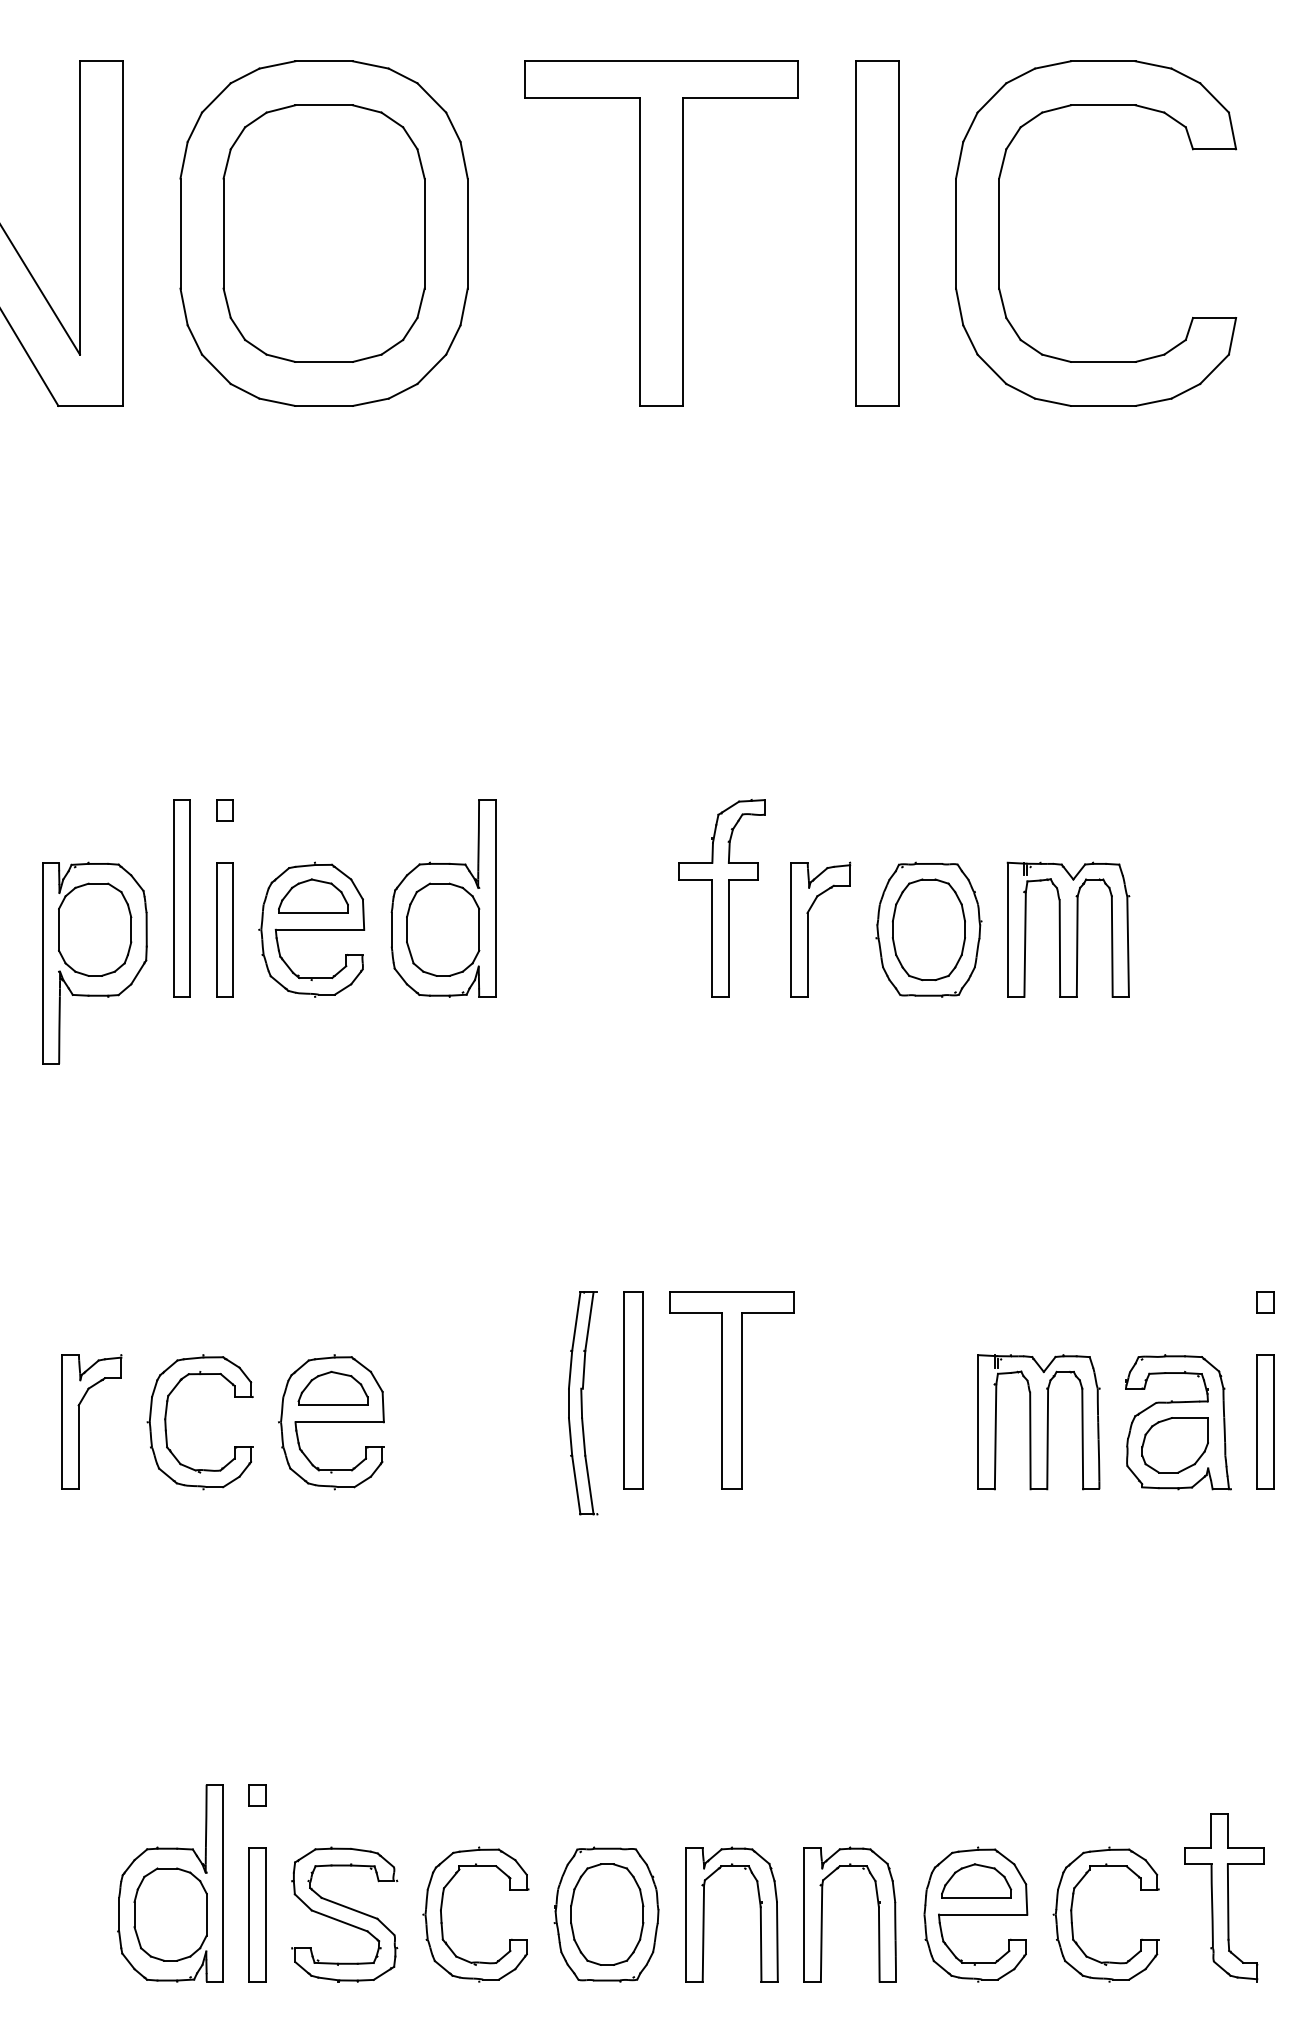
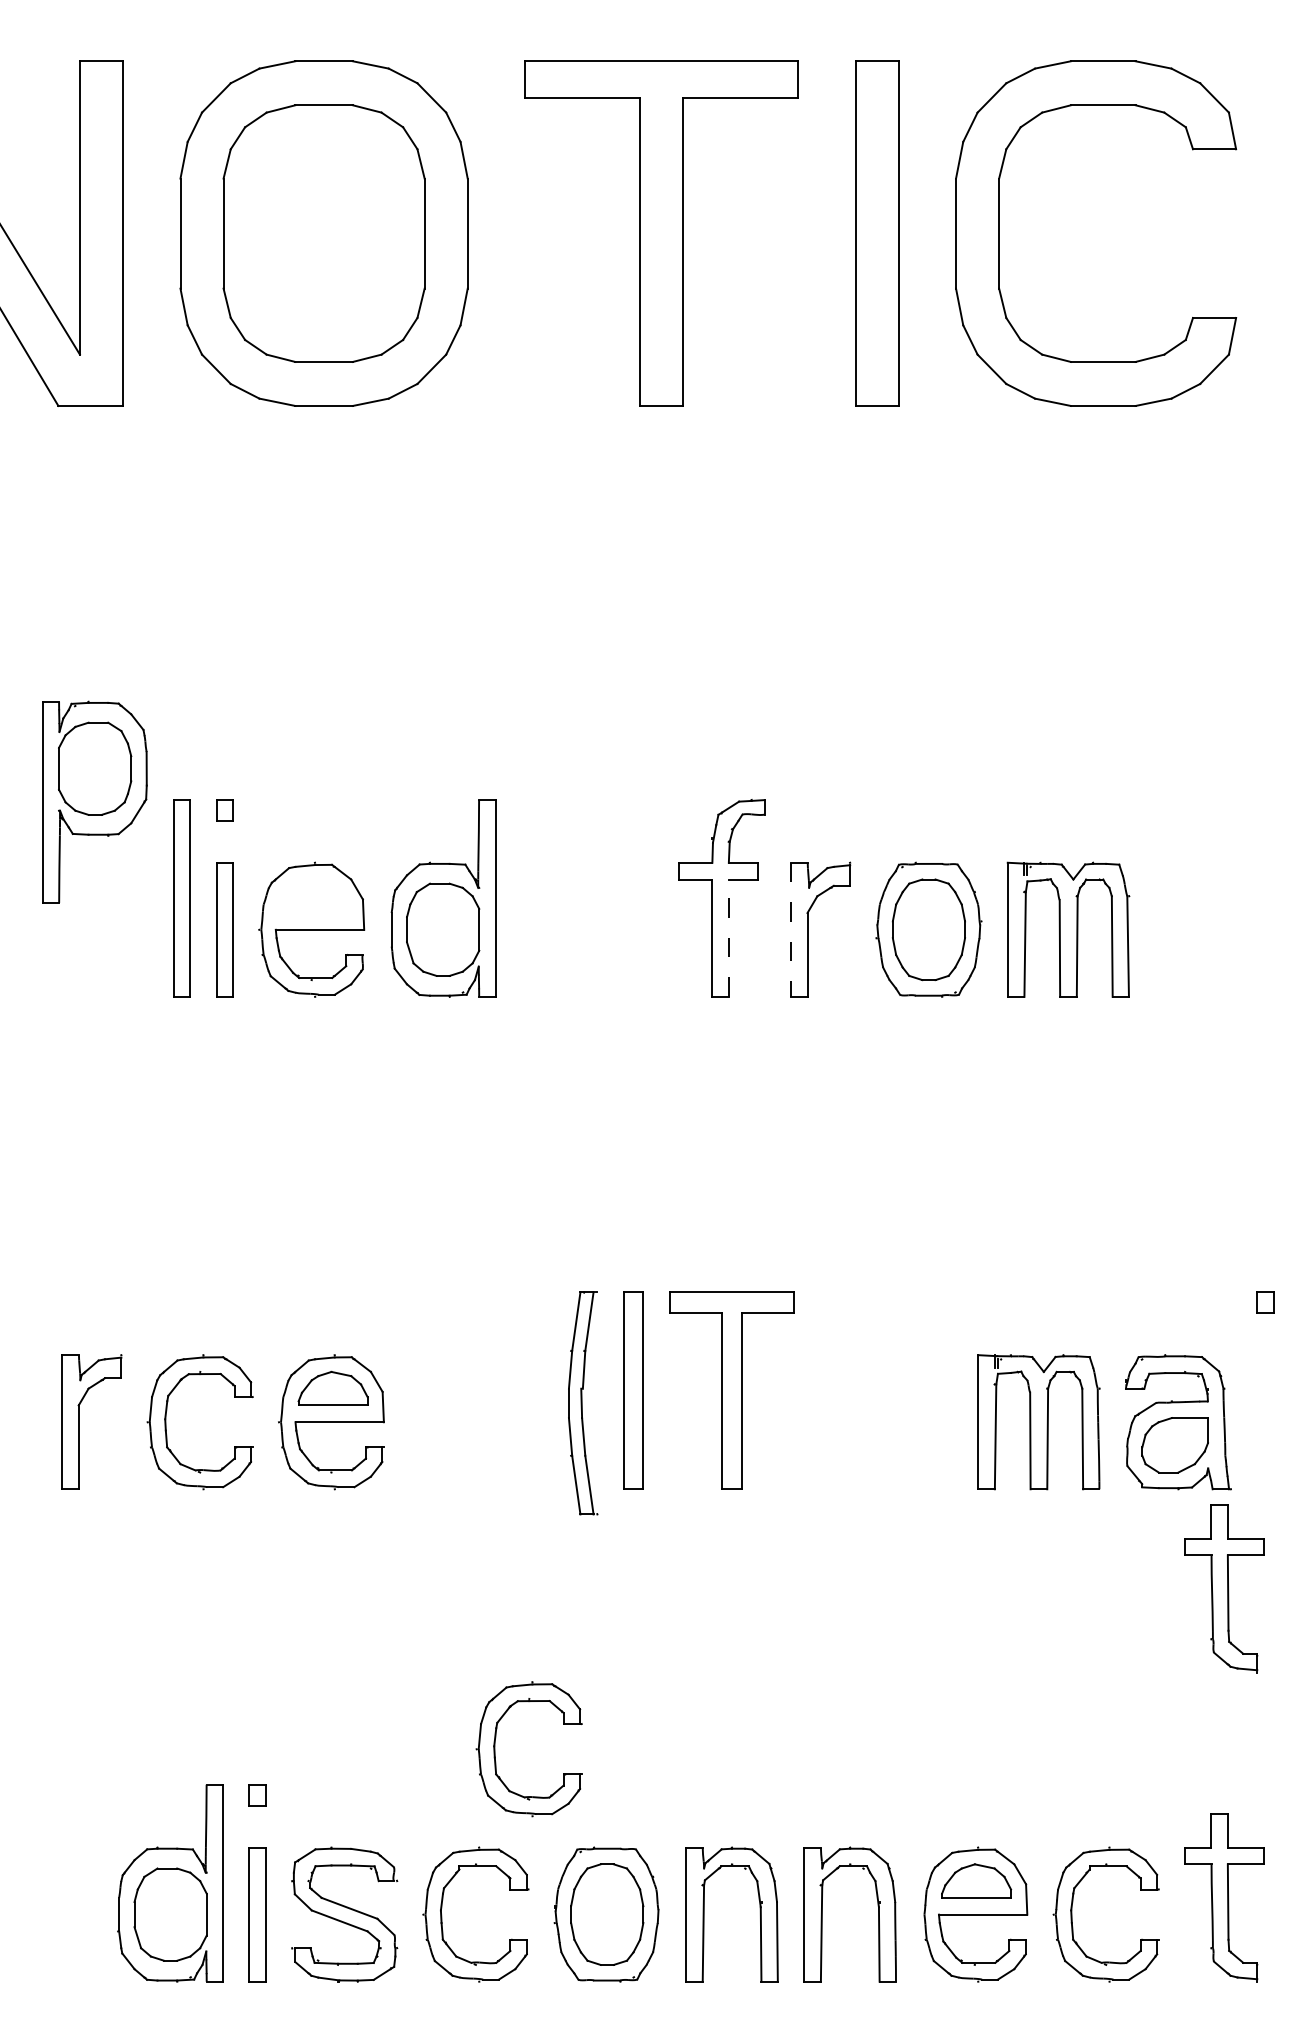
part at (313, 895): present -> none
line at (791, 930): solid -> dashed
line at (728, 938): solid -> dashed
part at (94, 962) position: (94, 962) -> (94, 801)
part at (1265, 1421): present -> none
part at (1224, 1588): none -> present
part at (495, 1749): none -> present
